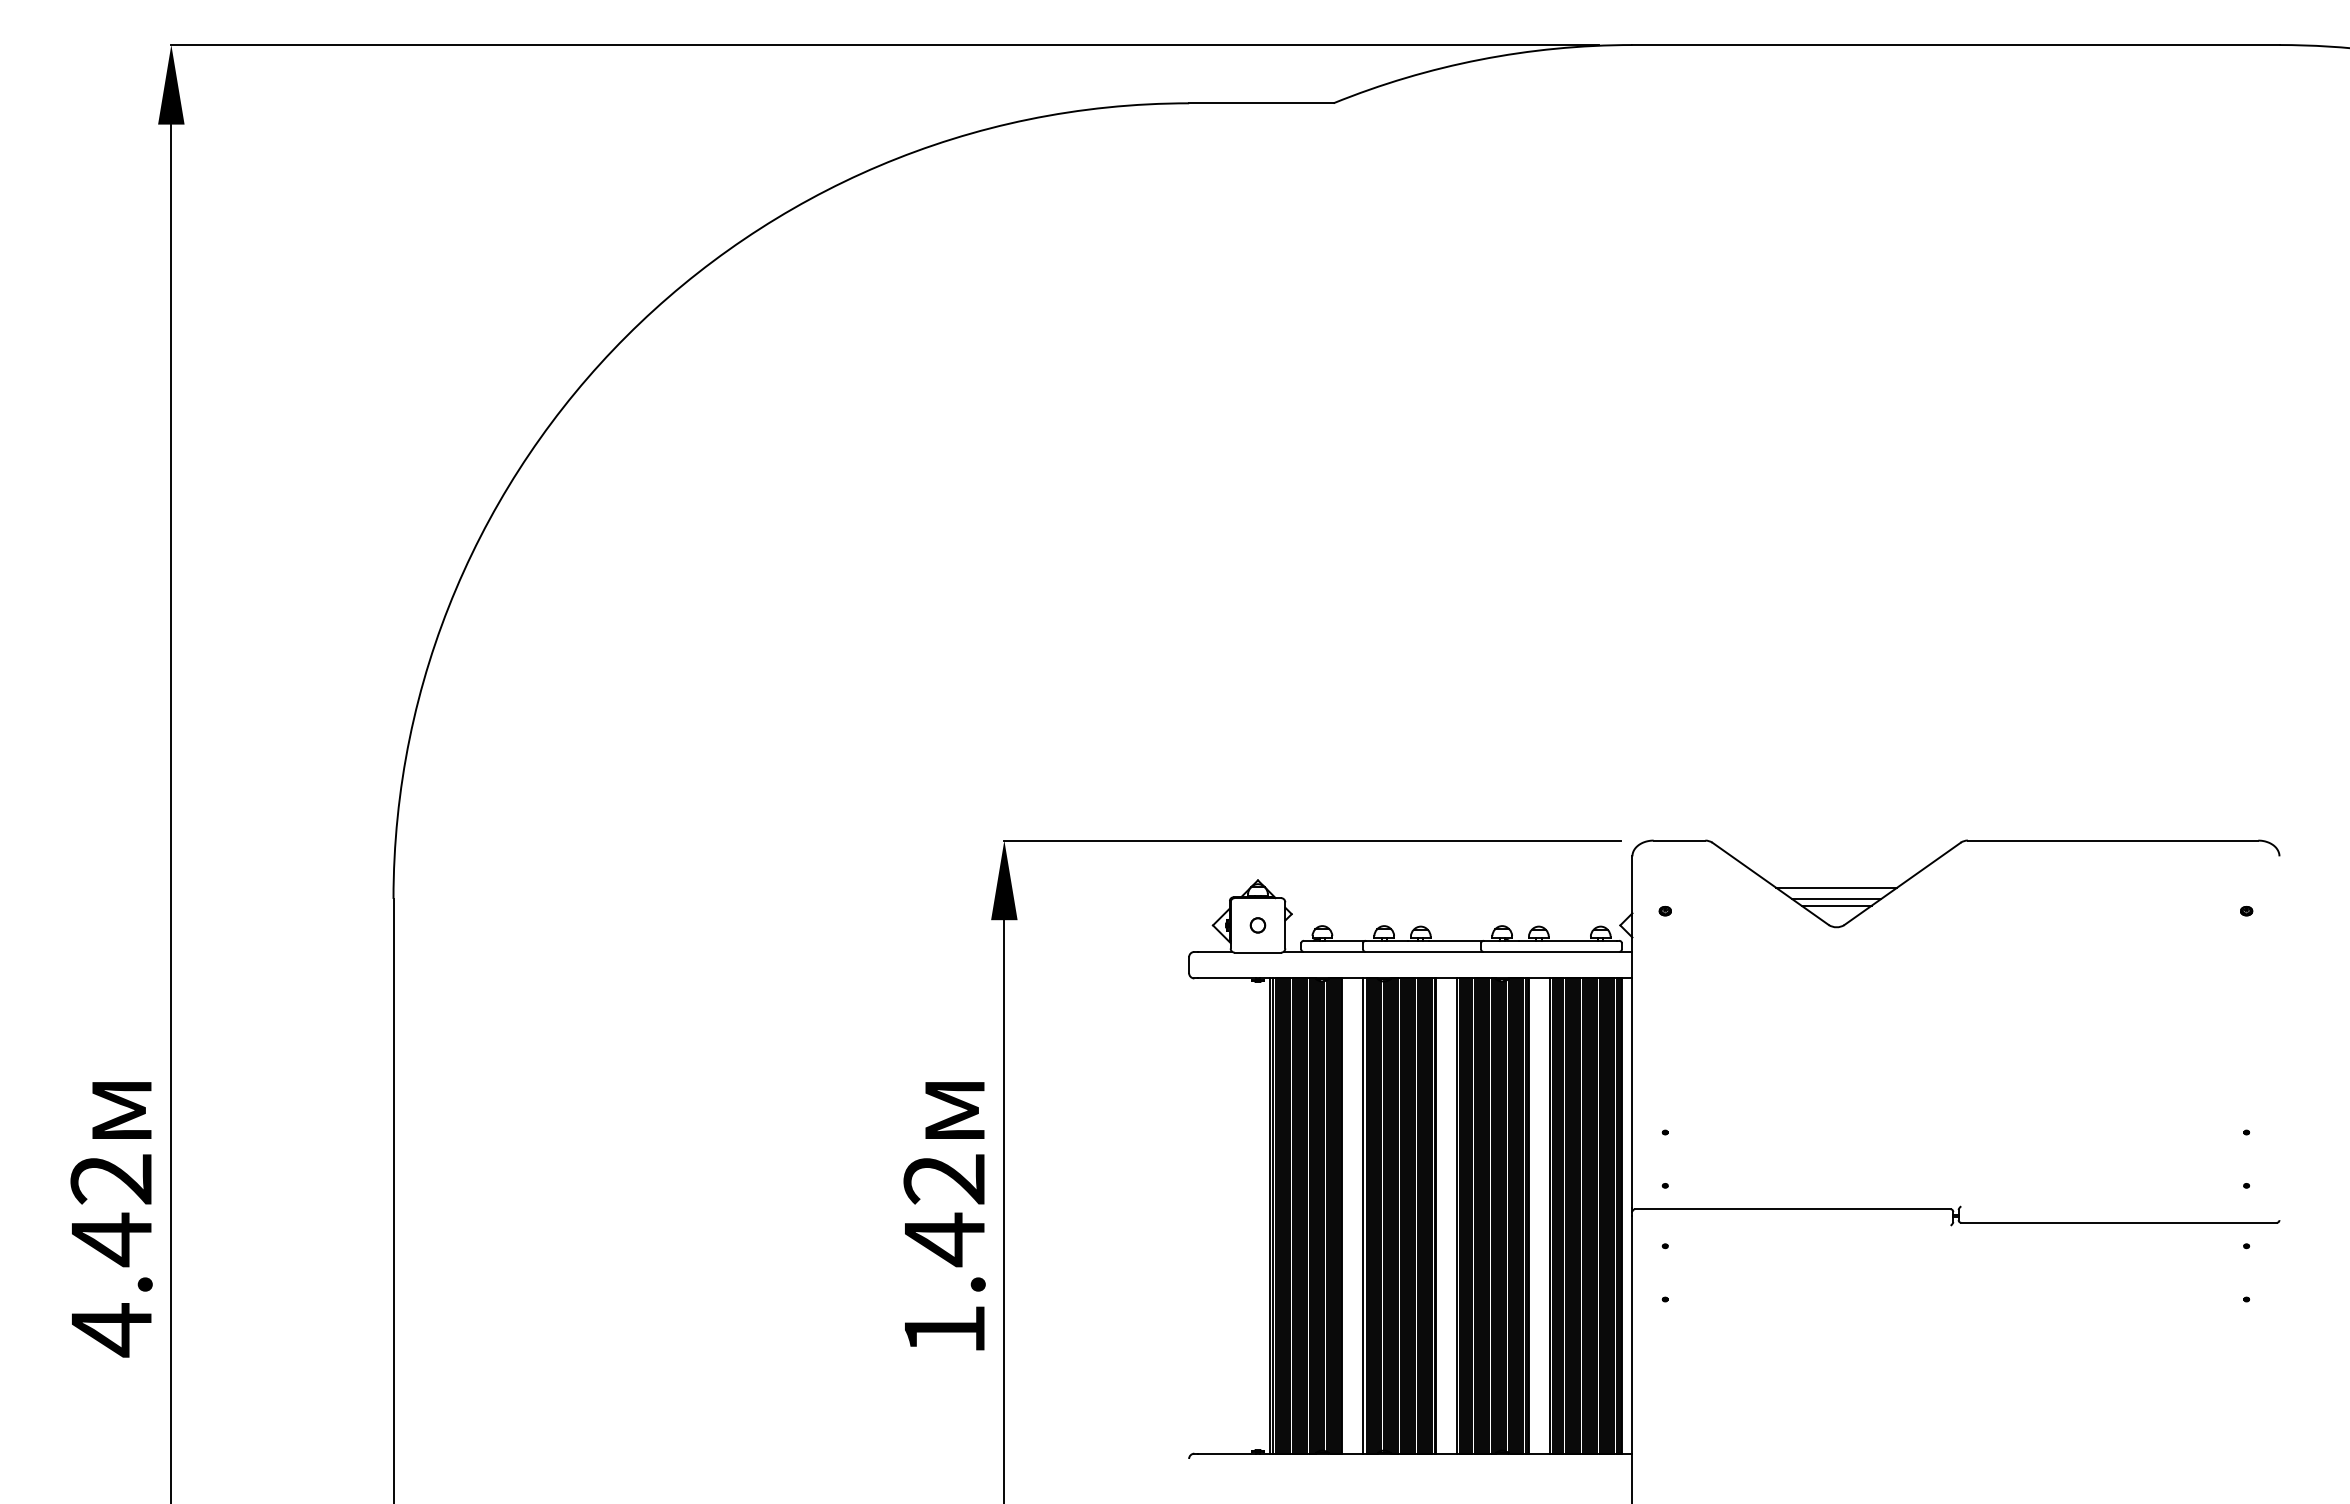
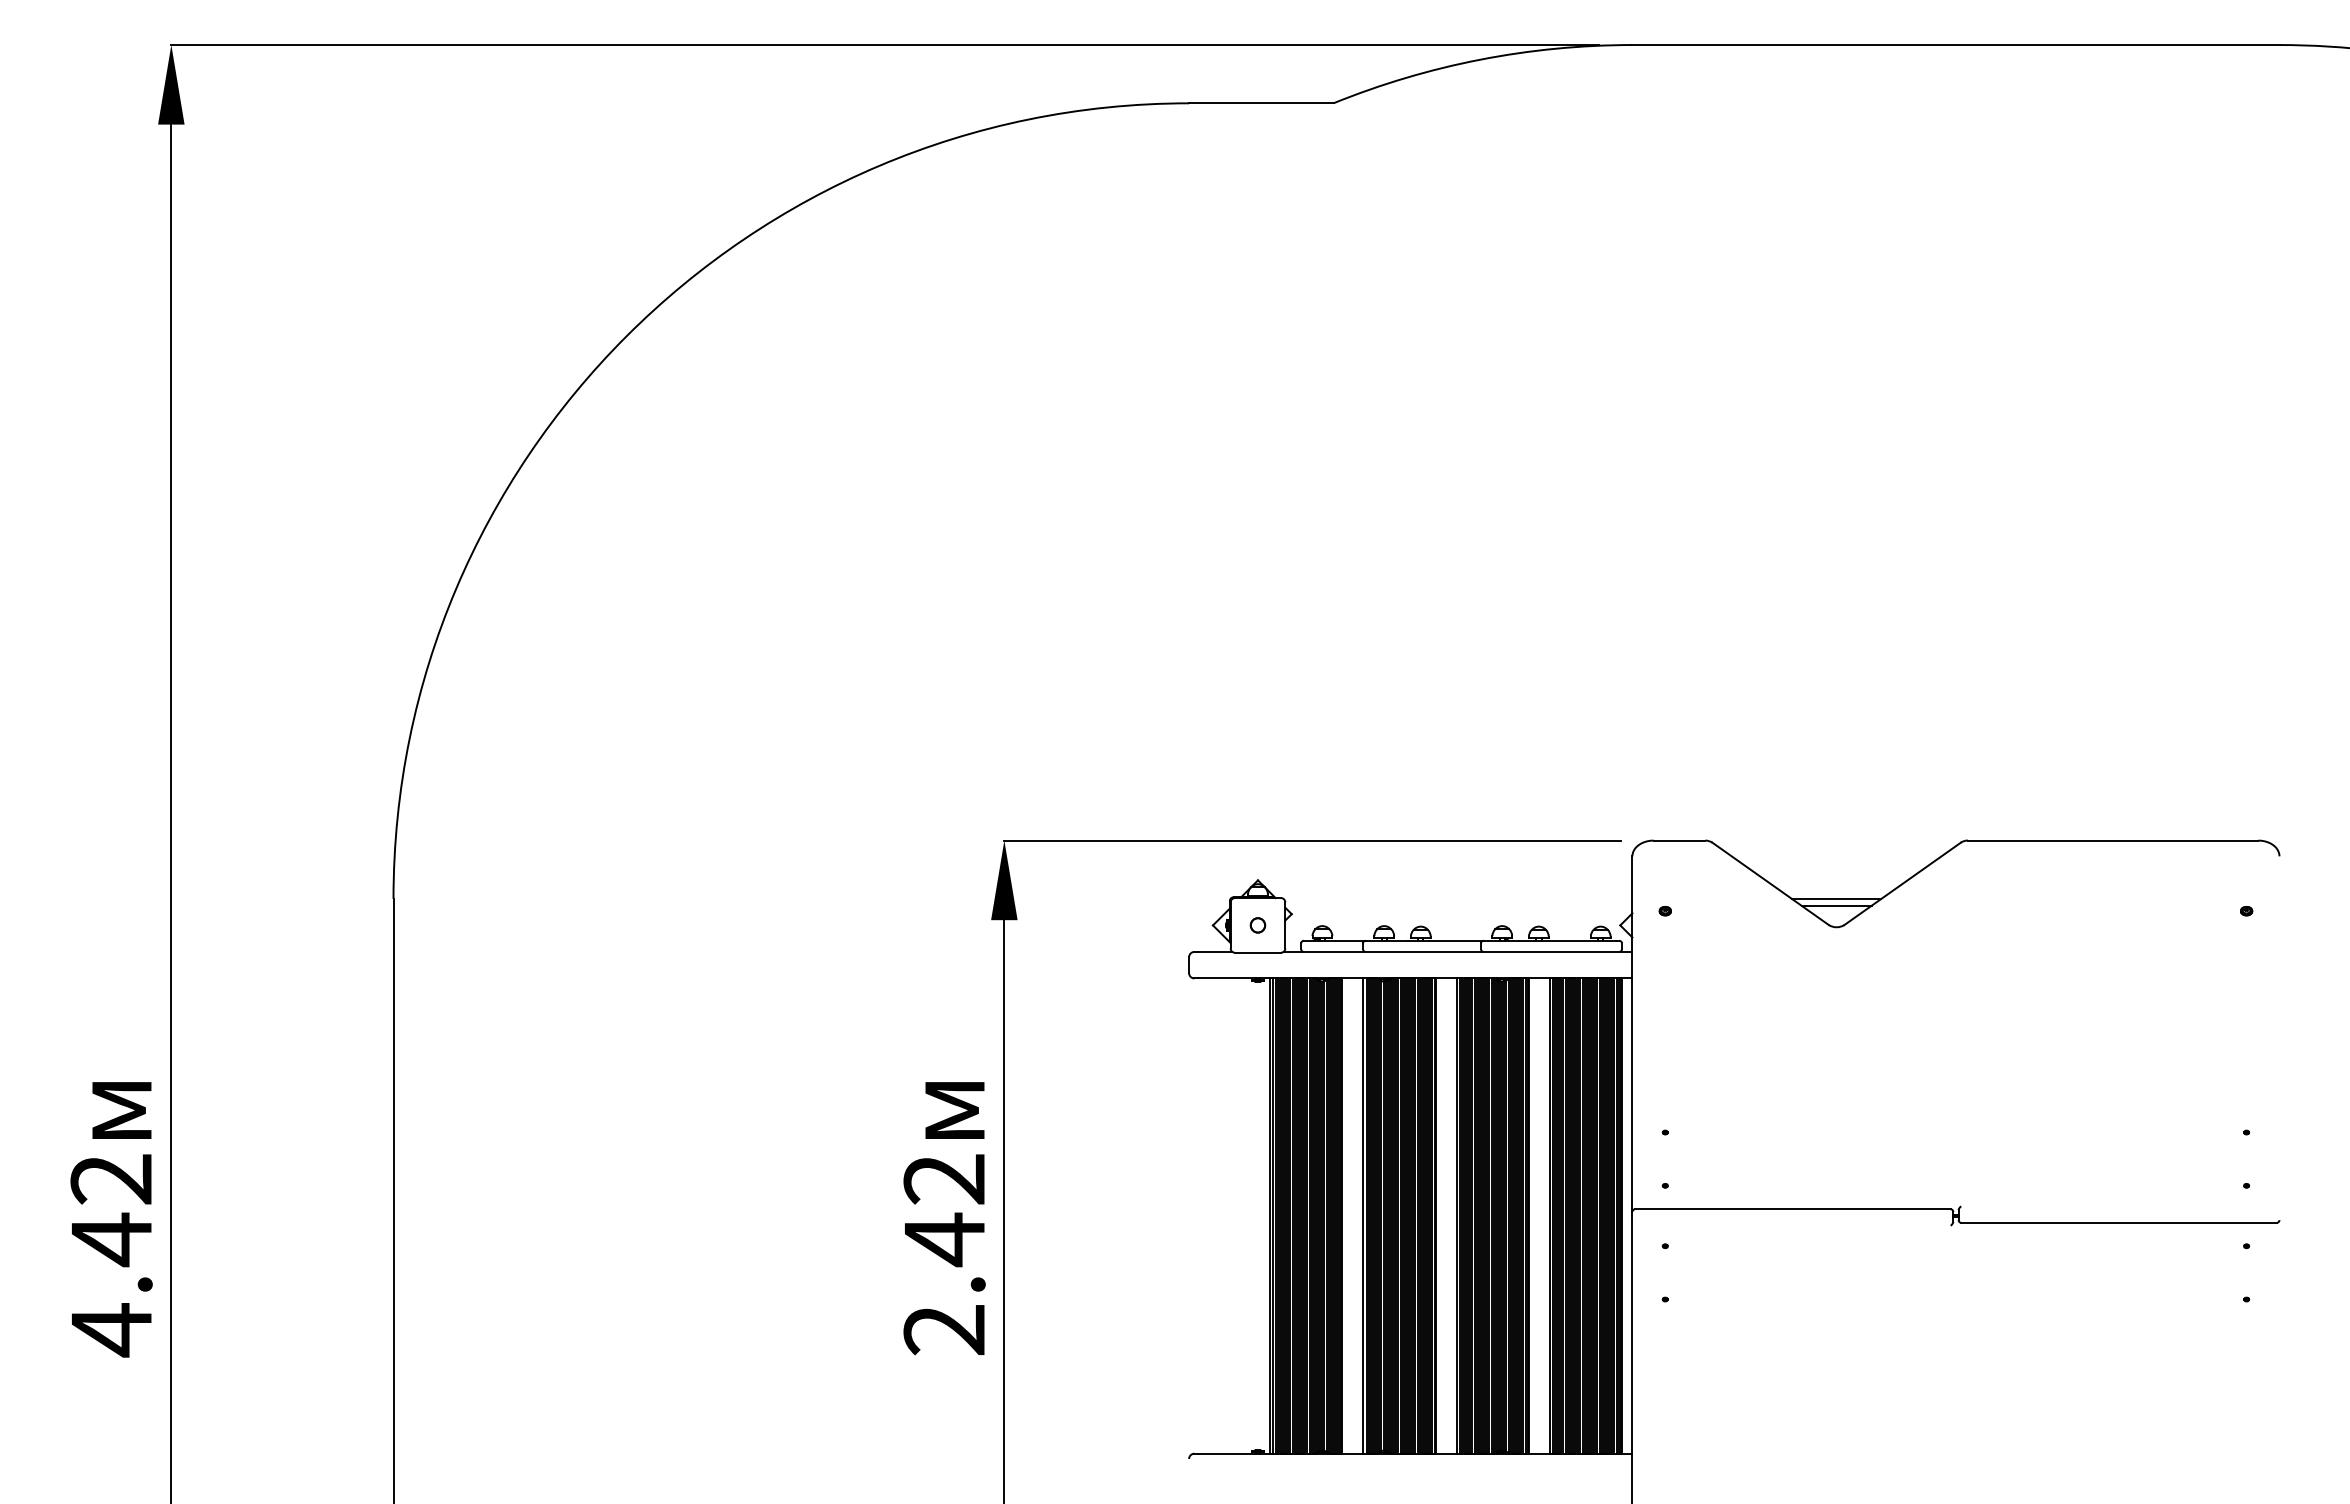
line at (1836, 887): present -> none
text at (943, 1330): 1.42 -> 2.42
